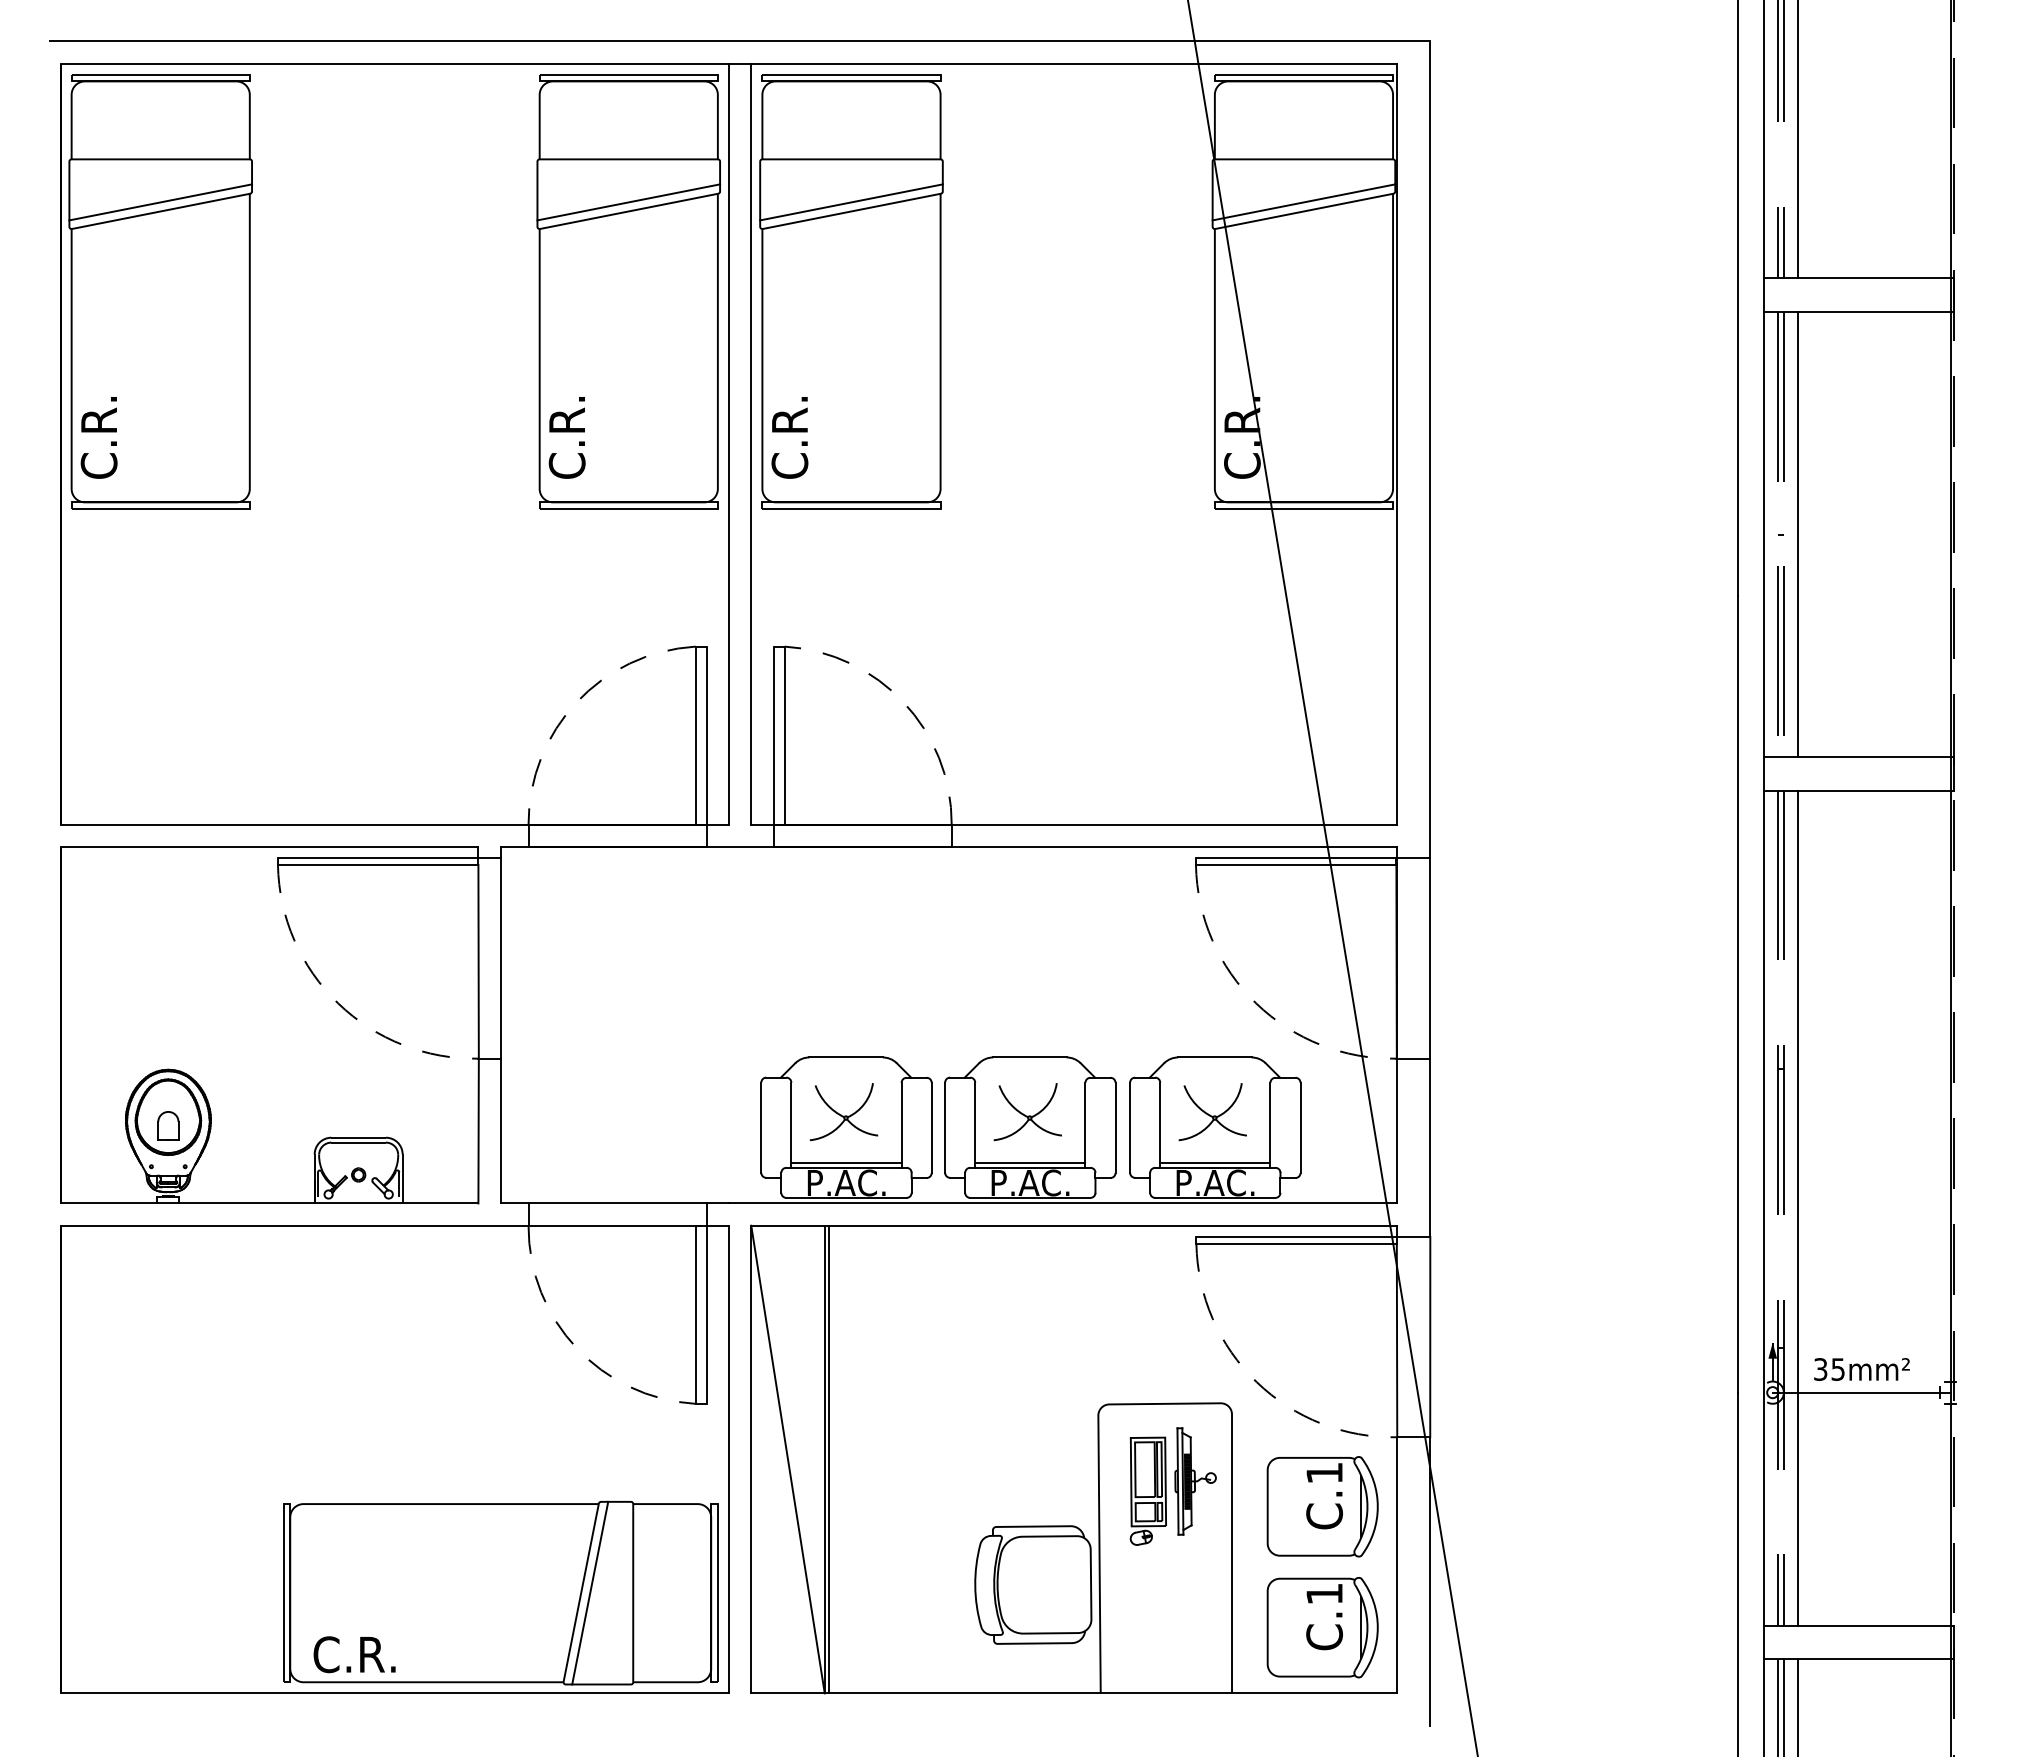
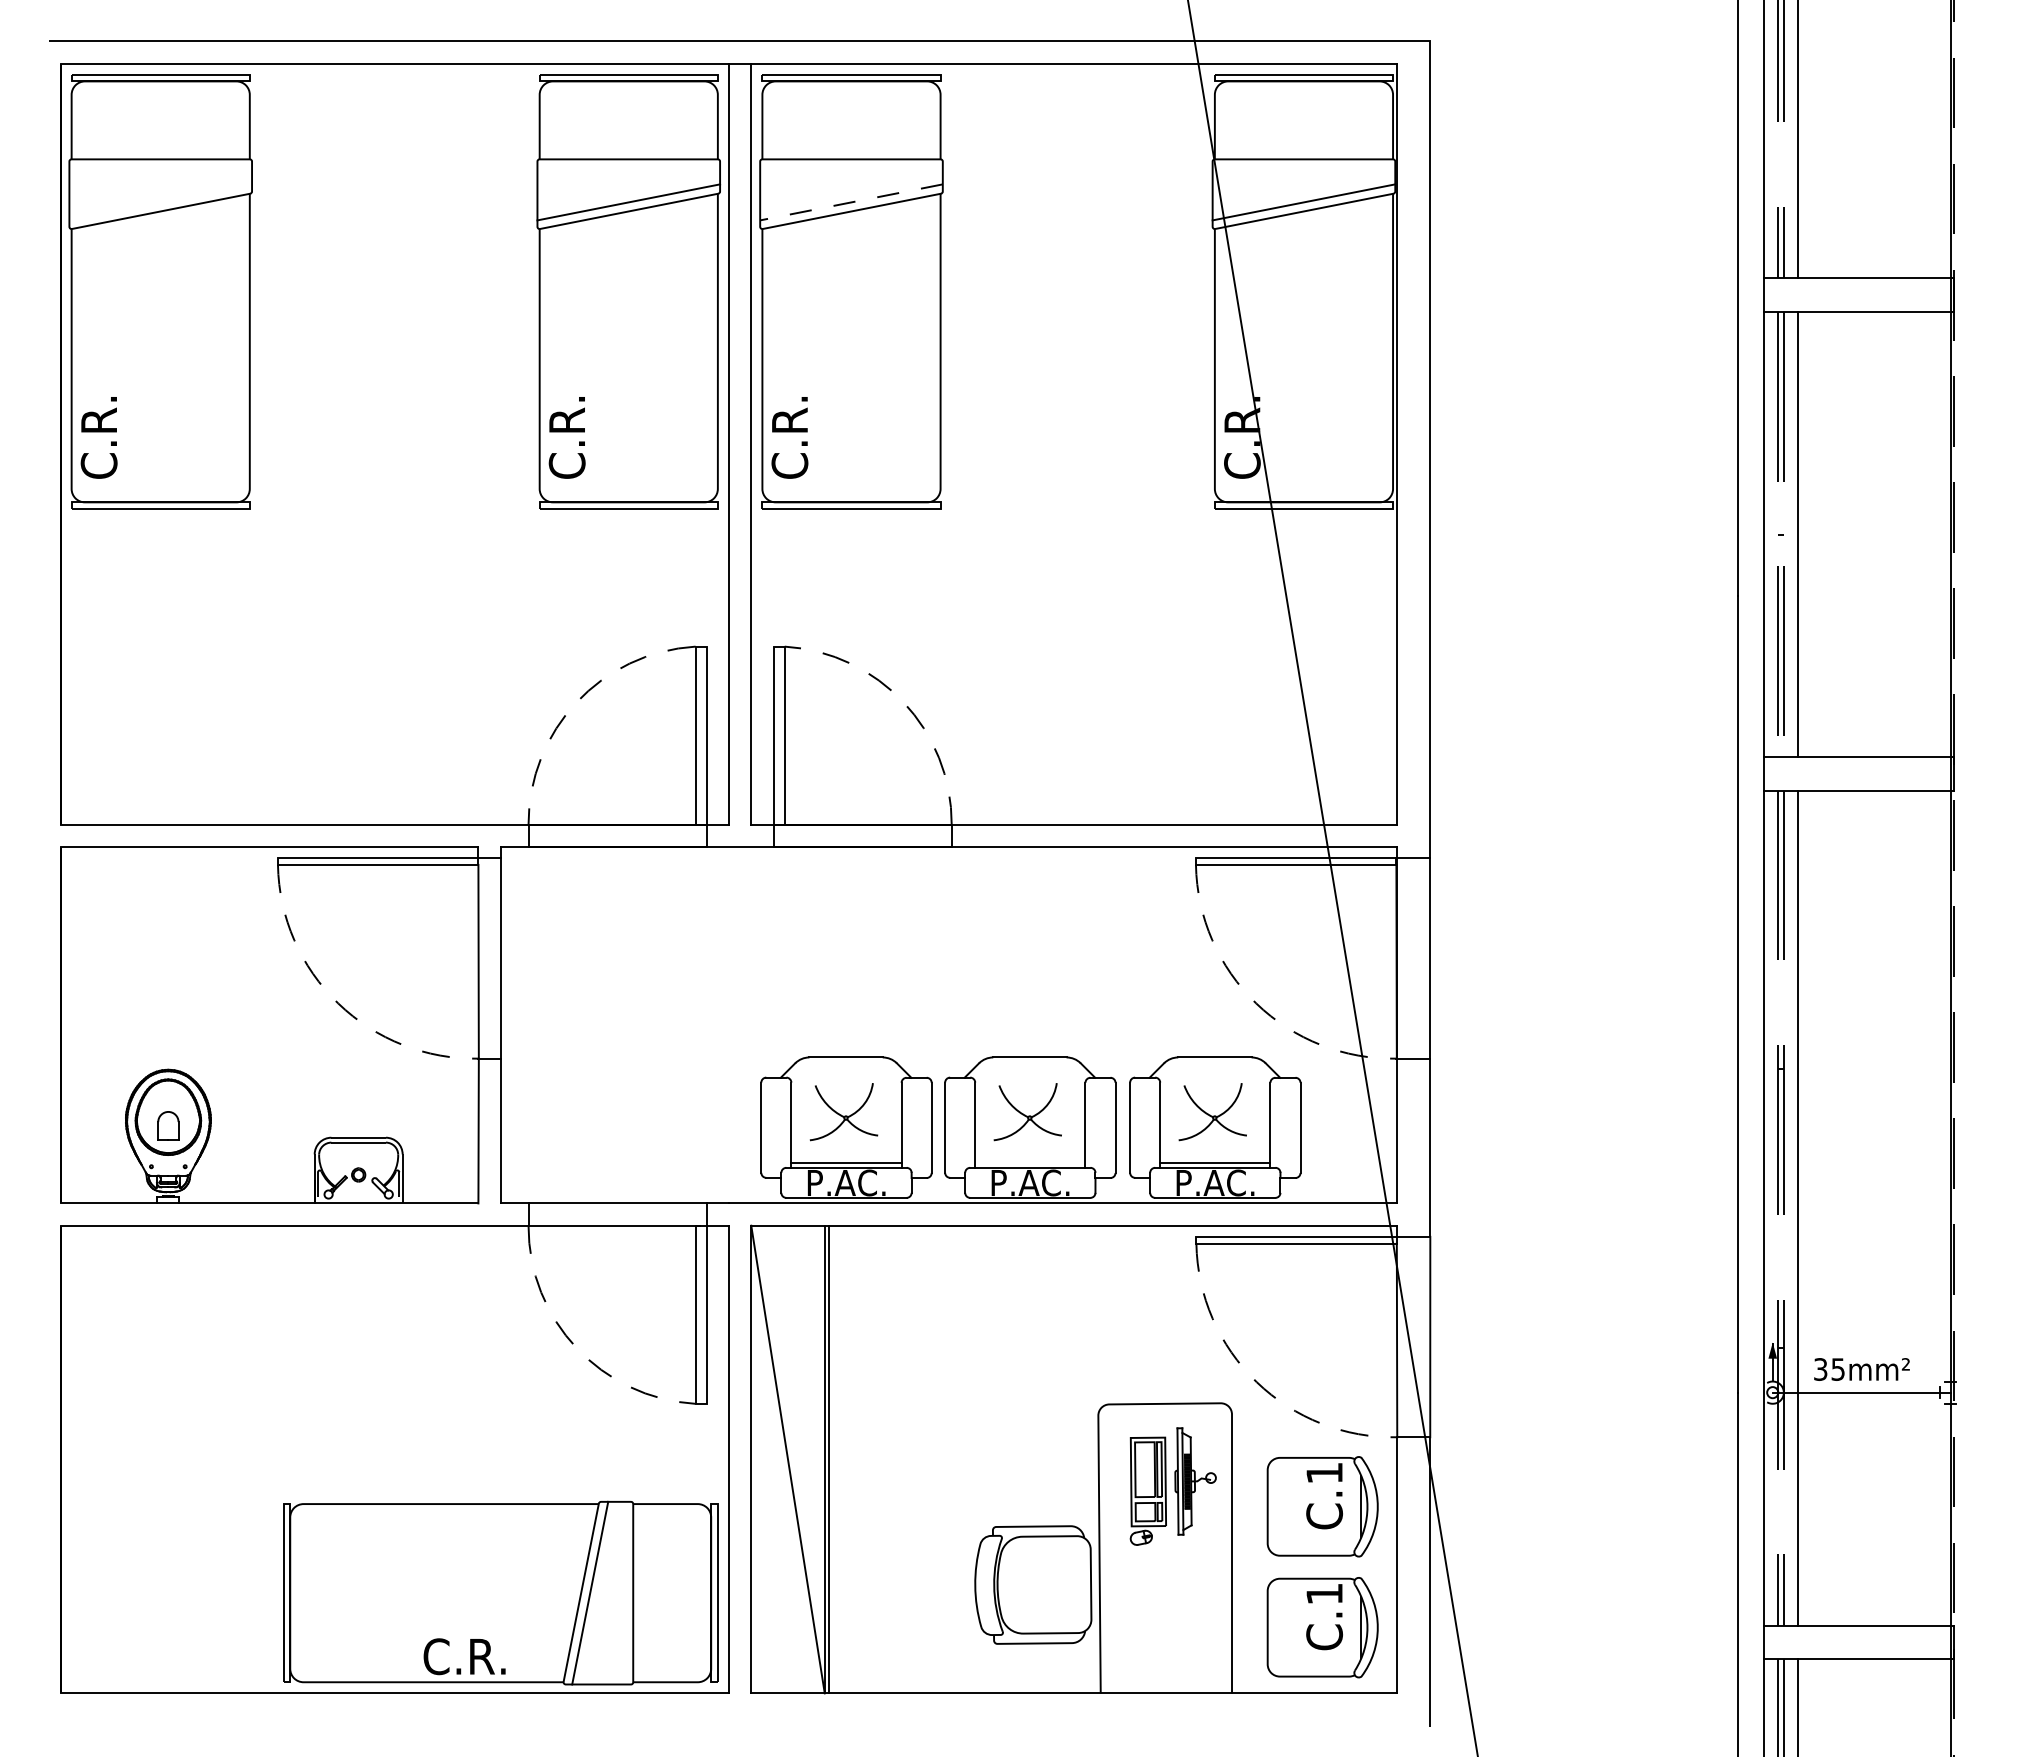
line at (160, 202): present -> none
line at (851, 202): solid -> dashed
line at (1030, 1162): present -> none
text at (354, 1654) position: (354, 1654) -> (464, 1656)
